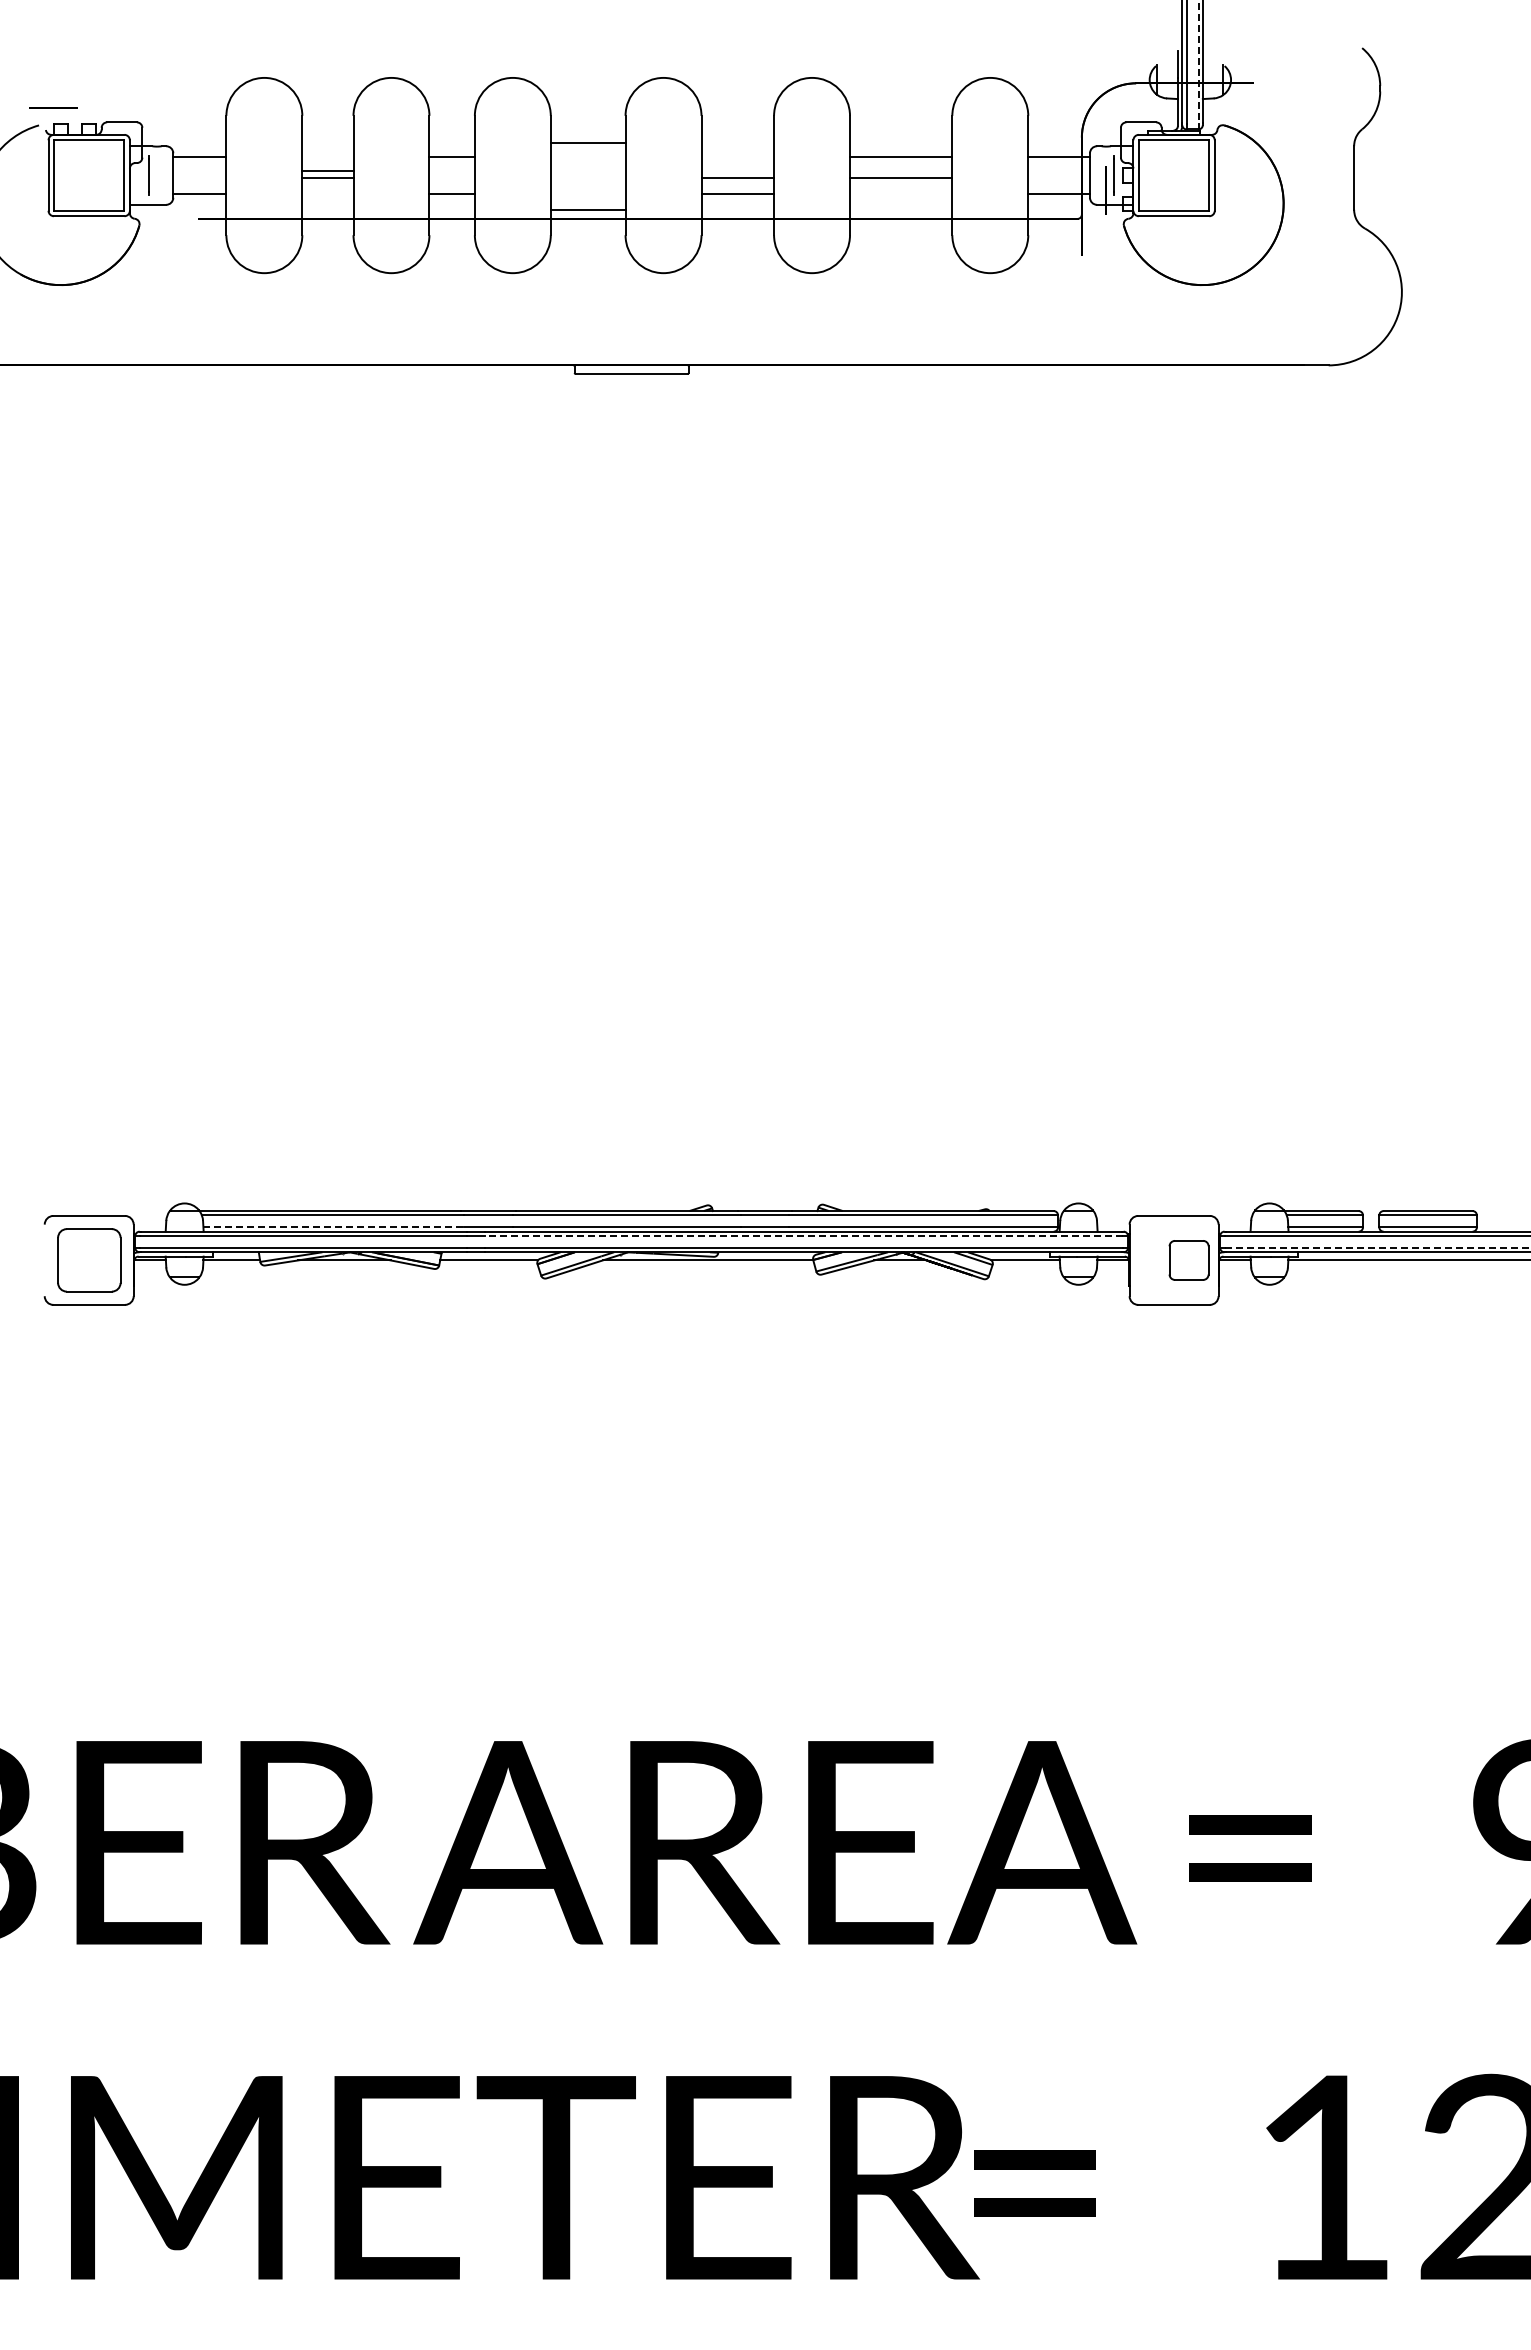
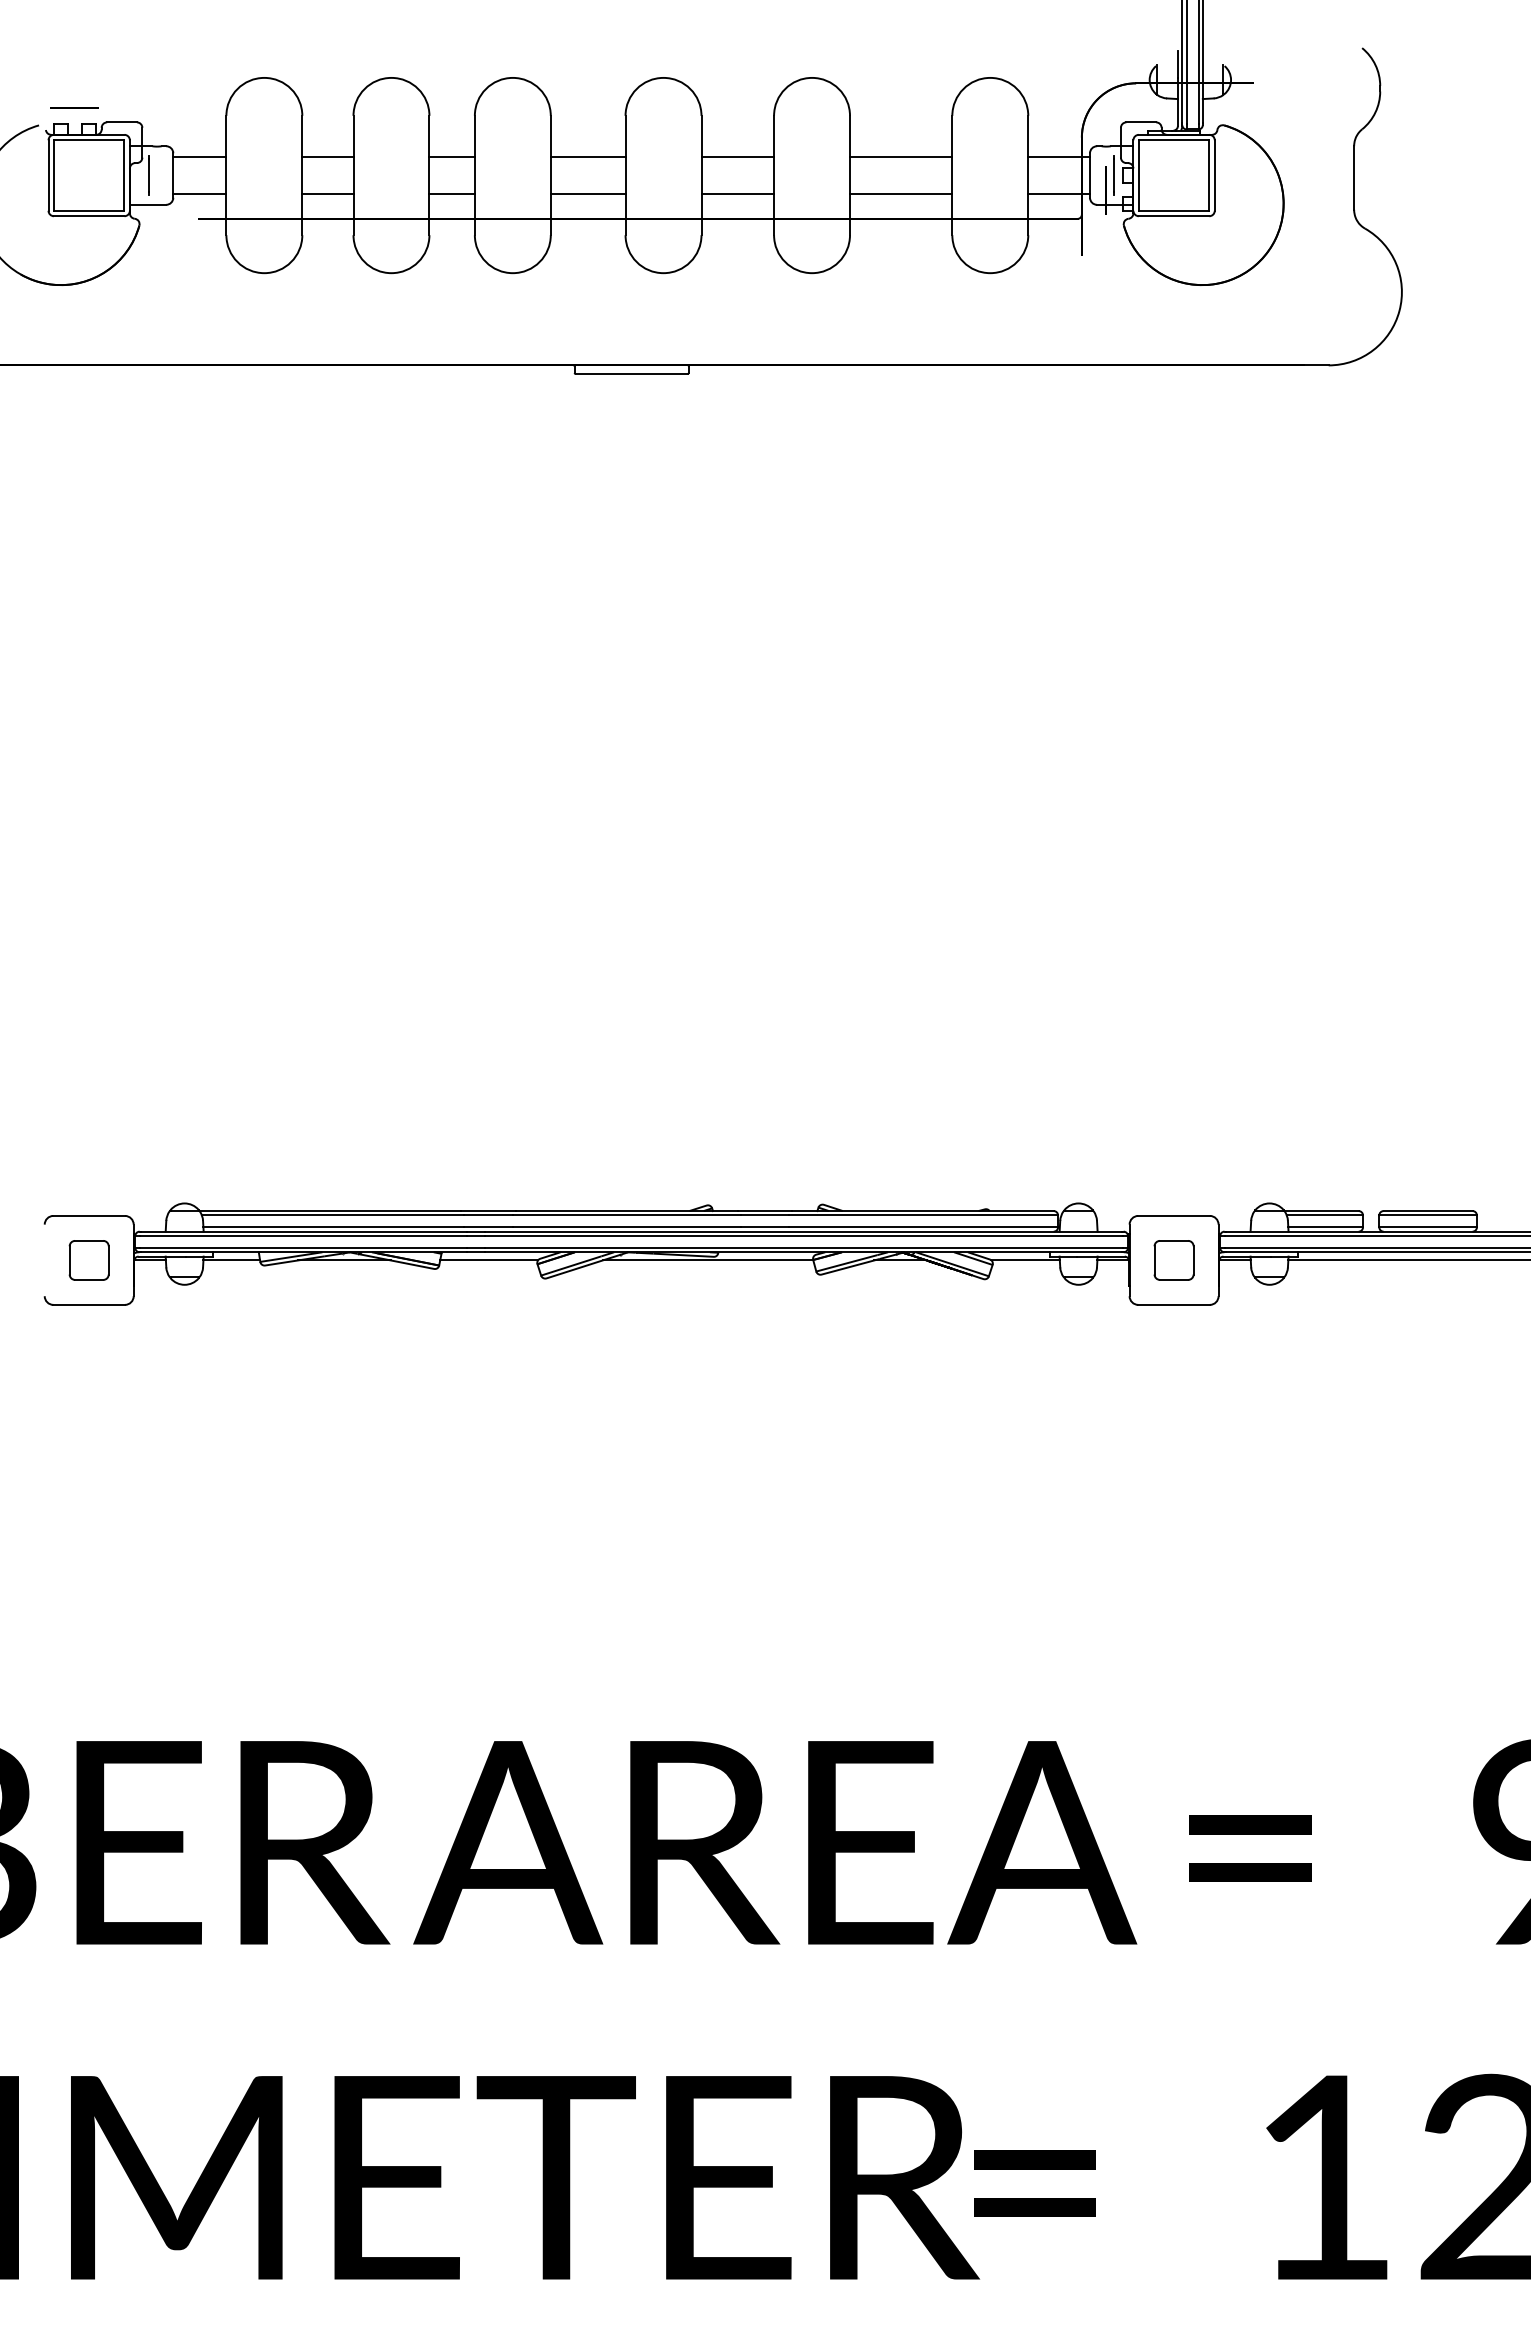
line at (1198, 62): dashed -> solid
line at (53, 107) position: (53, 107) -> (74, 107)
line at (587, 143) position: (587, 143) -> (587, 157)
line at (327, 171) position: (327, 171) -> (327, 157)
line at (327, 177) position: (327, 177) -> (327, 193)
line at (901, 177) position: (901, 177) -> (901, 193)
line at (737, 178) position: (737, 178) -> (737, 157)
line at (587, 209) position: (587, 209) -> (587, 193)
line at (333, 1227): dashed -> solid
line at (803, 1236): dashed -> solid
line at (1377, 1247): dashed -> solid
part at (89, 1260) size: 65x65 px -> 42x41 px
part at (1188, 1260) position: (1188, 1260) -> (1173, 1260)
